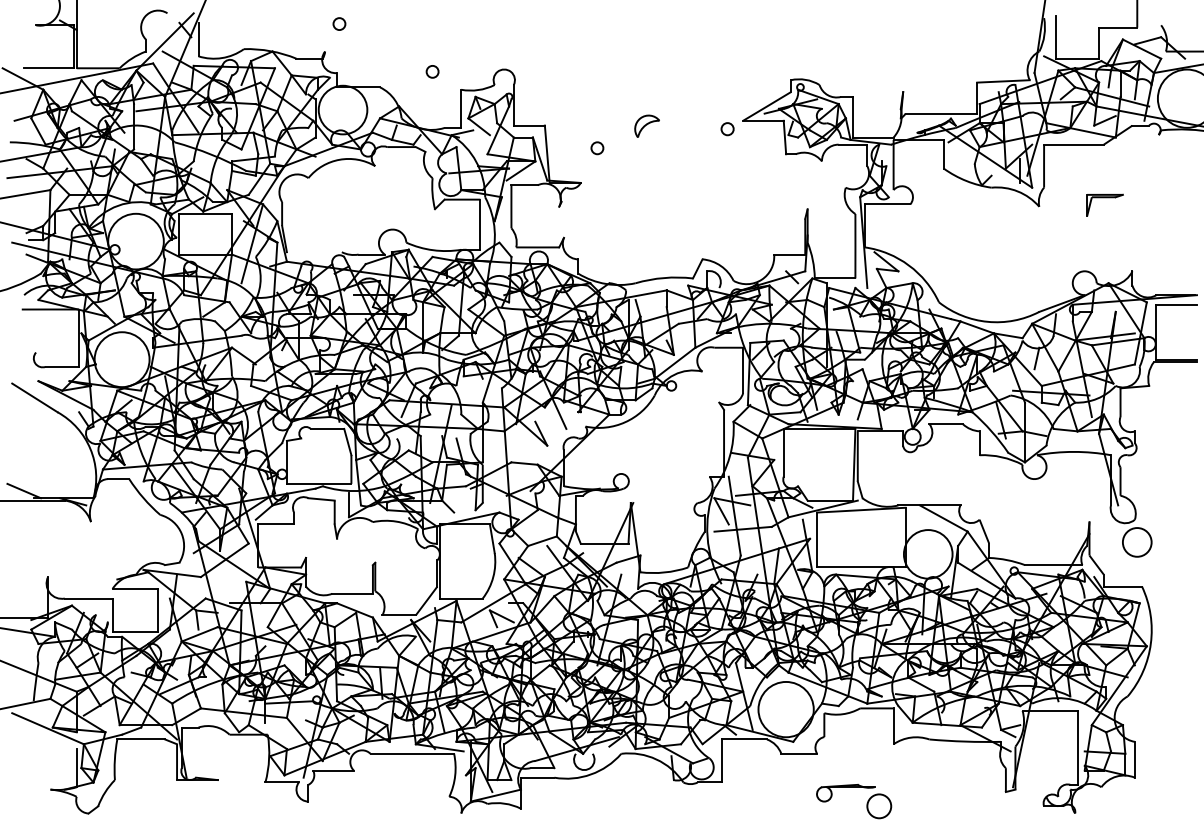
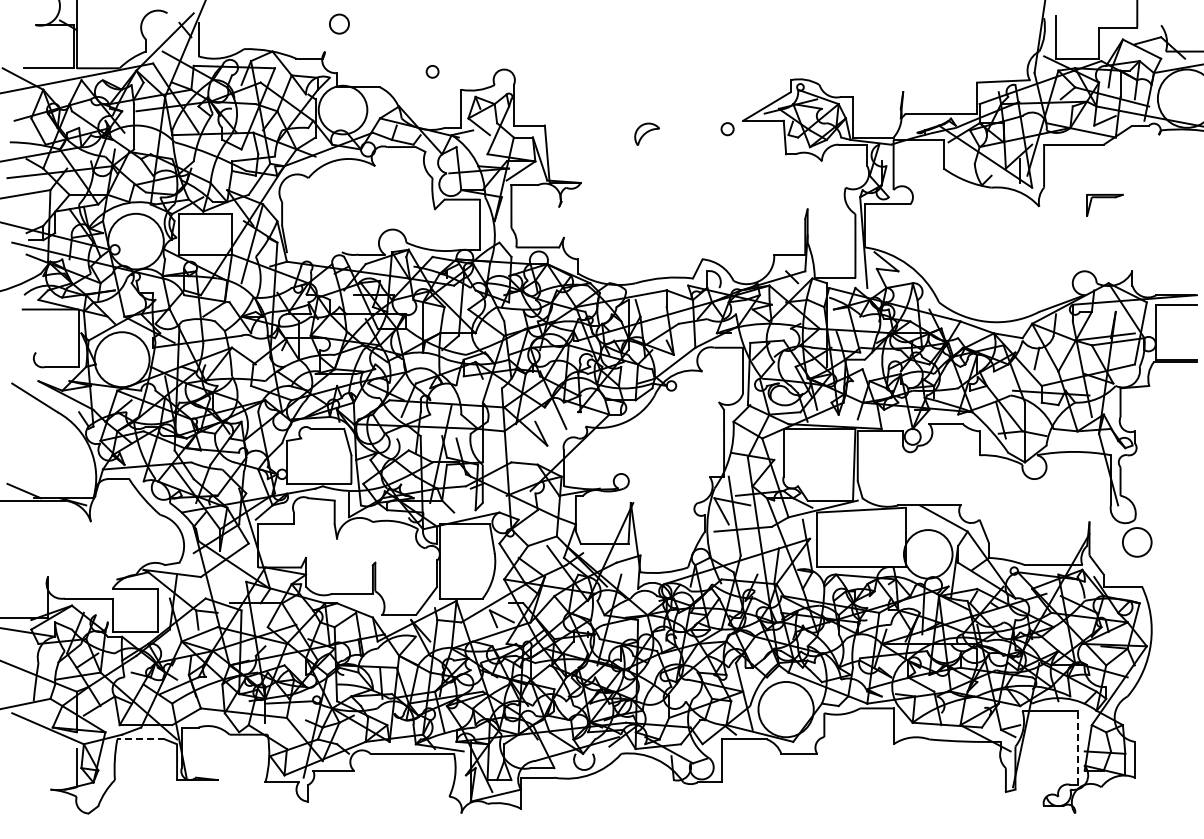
circle at (339, 23) size: 15x14 px -> 21x22 px
part at (646, 125) position: (646, 125) -> (646, 133)
circle at (597, 148): present -> none
line at (141, 739): solid -> dashed
line at (1077, 747): solid -> dashed
part at (866, 803): present -> none
